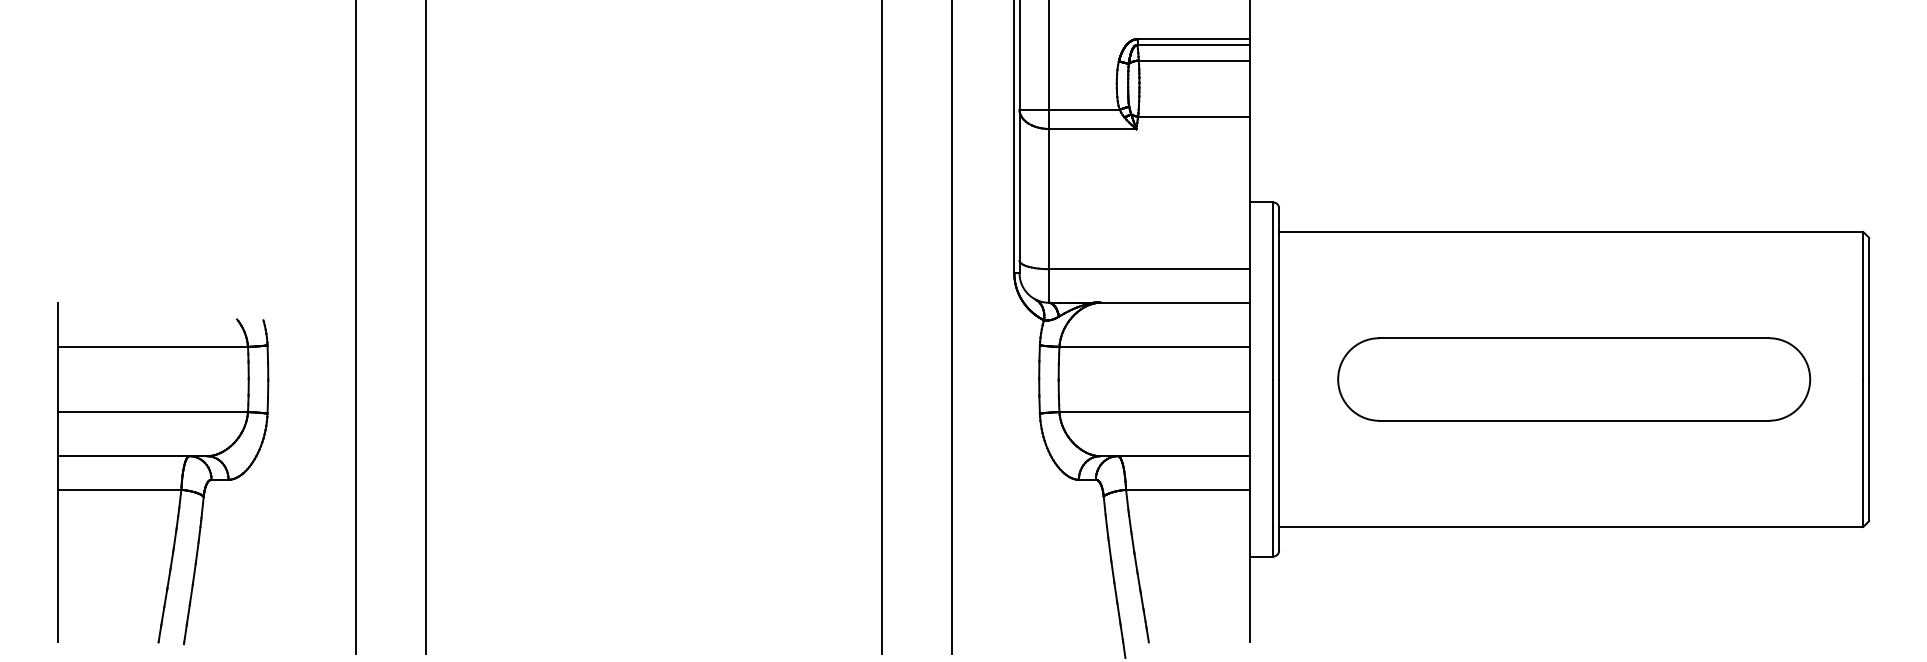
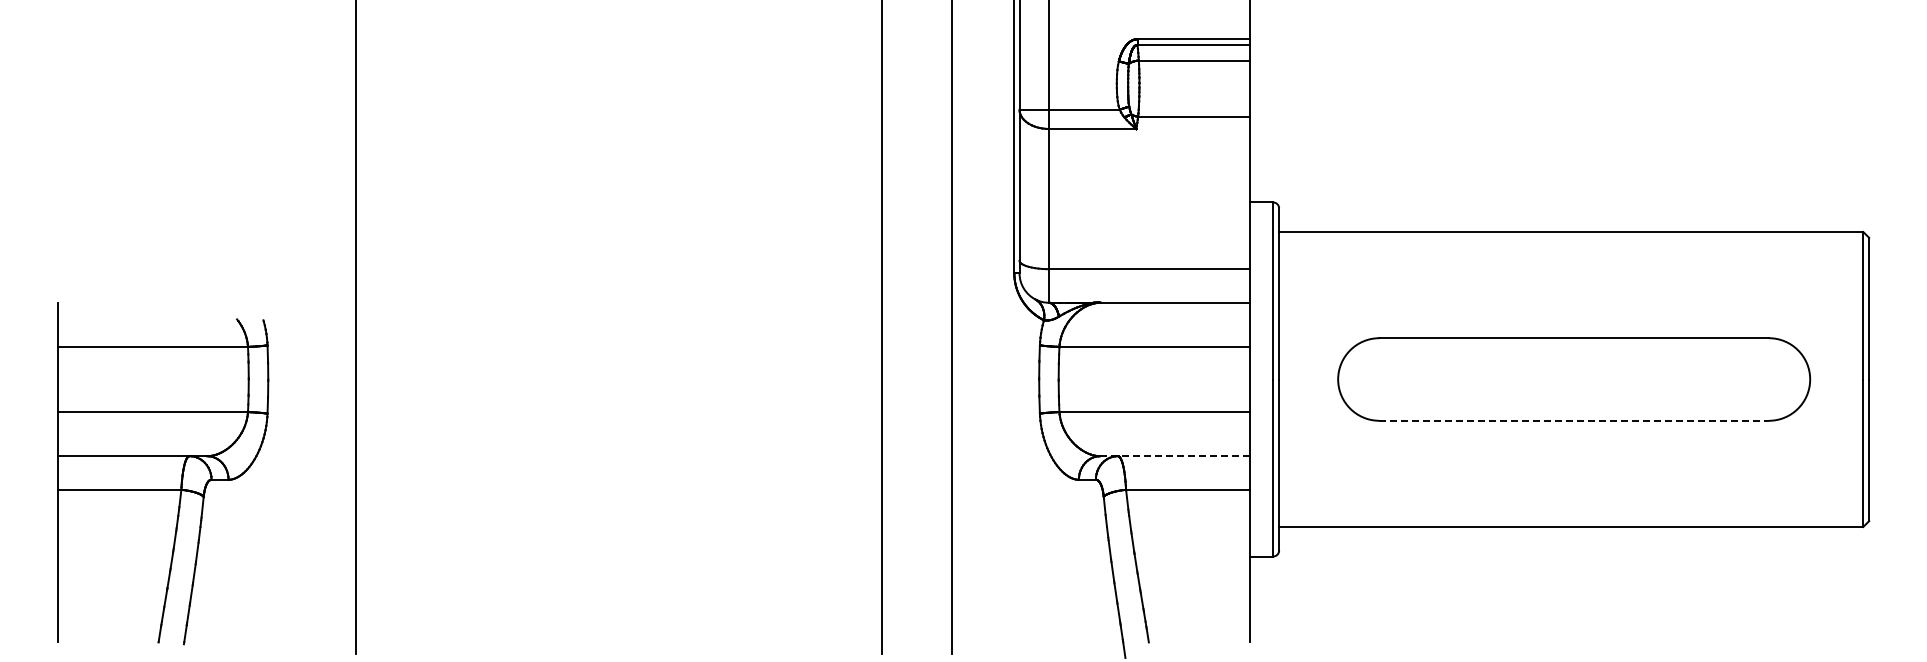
line at (425, 328): present -> none
line at (1574, 420): solid -> dashed
line at (1174, 456): solid -> dashed
